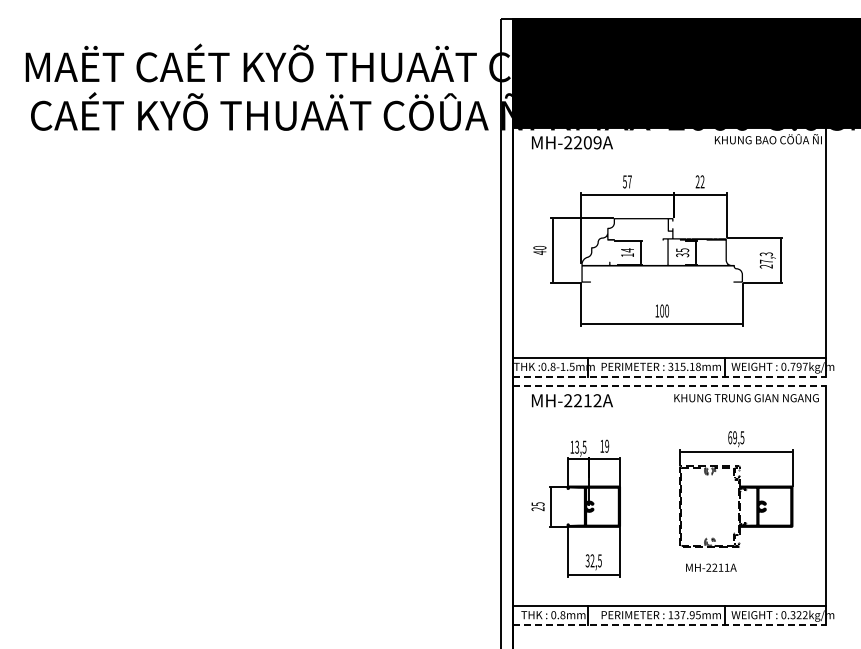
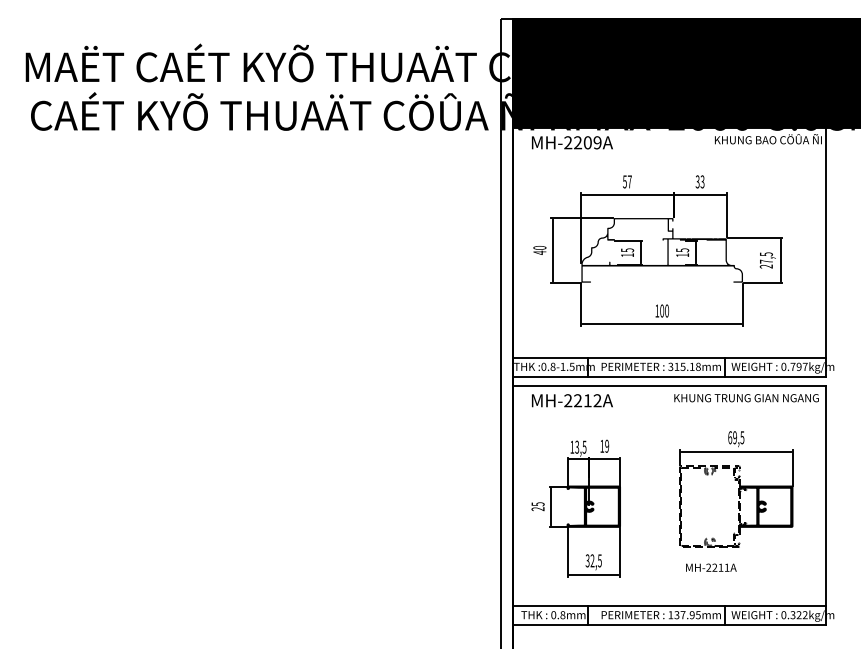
text at (699, 182): 22 -> 33
text at (627, 250): 14 -> 15
text at (764, 254): 27,3 -> 27,5
text at (682, 255): 35 -> 15
line at (669, 376): dashed -> solid
line at (669, 386): dashed -> solid
line at (669, 624): dashed -> solid
